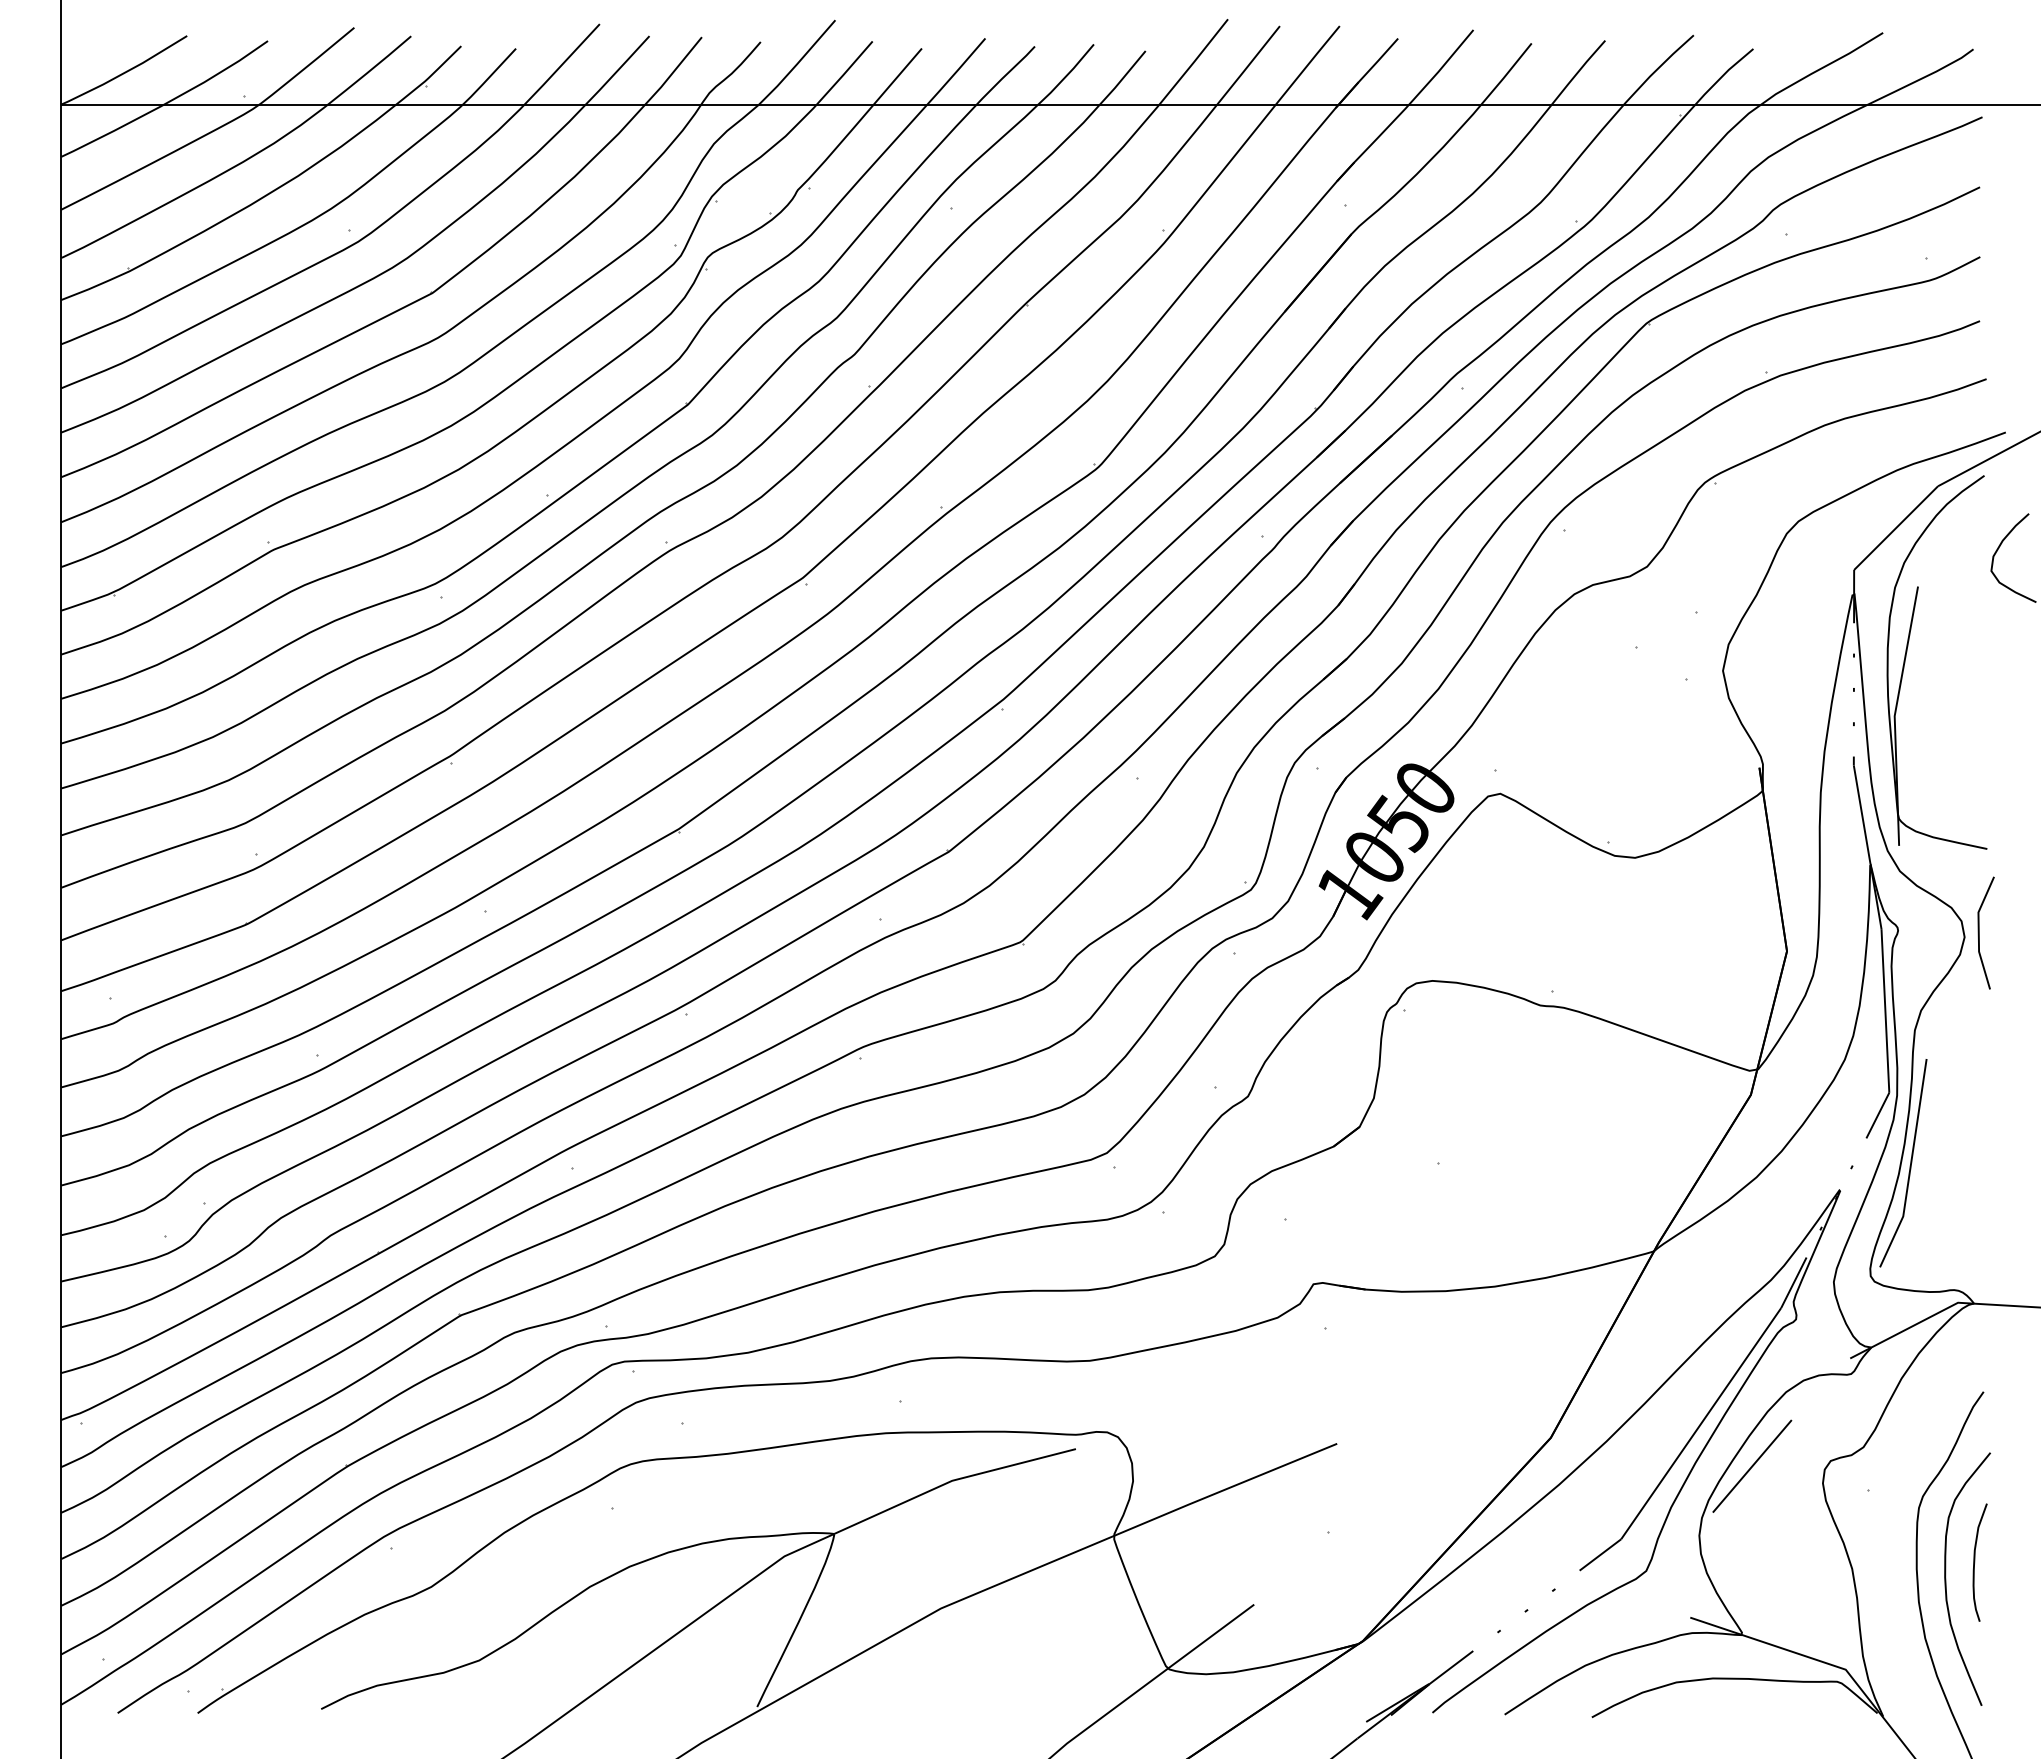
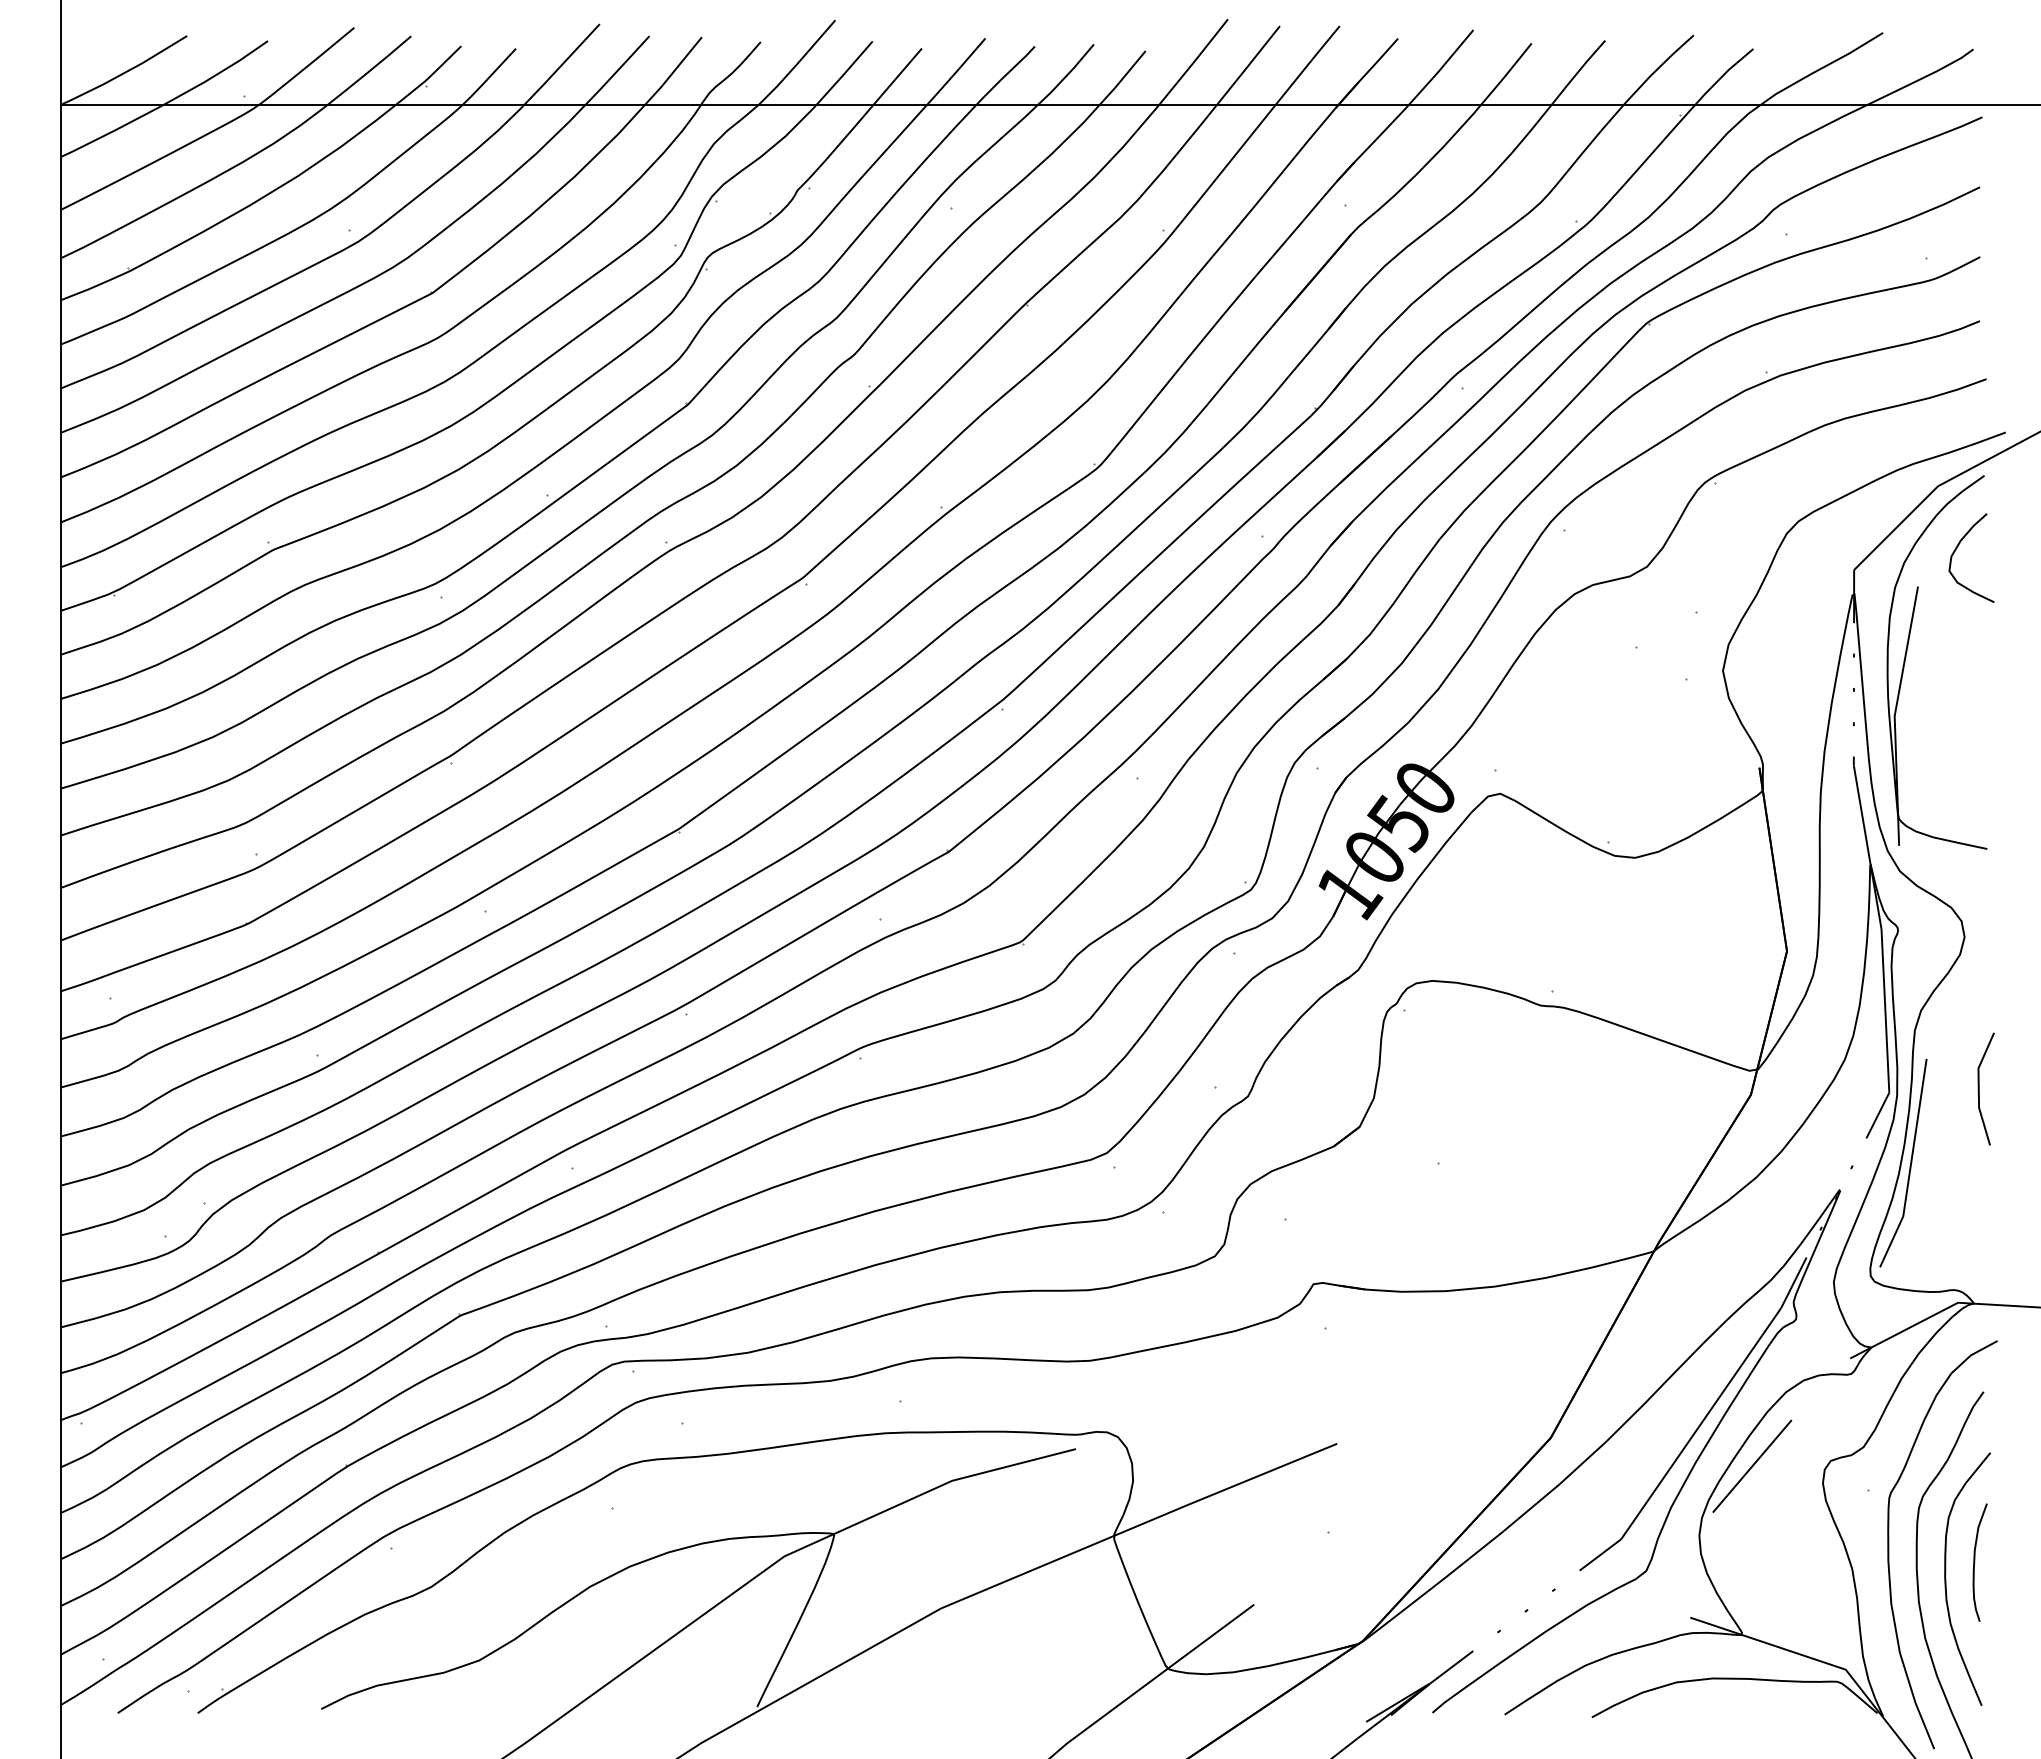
curve at (1998, 550) position: (1998, 550) -> (1956, 550)
line at (1979, 932) position: (1979, 932) -> (1979, 1088)
curve at (1889, 1544): none -> present
